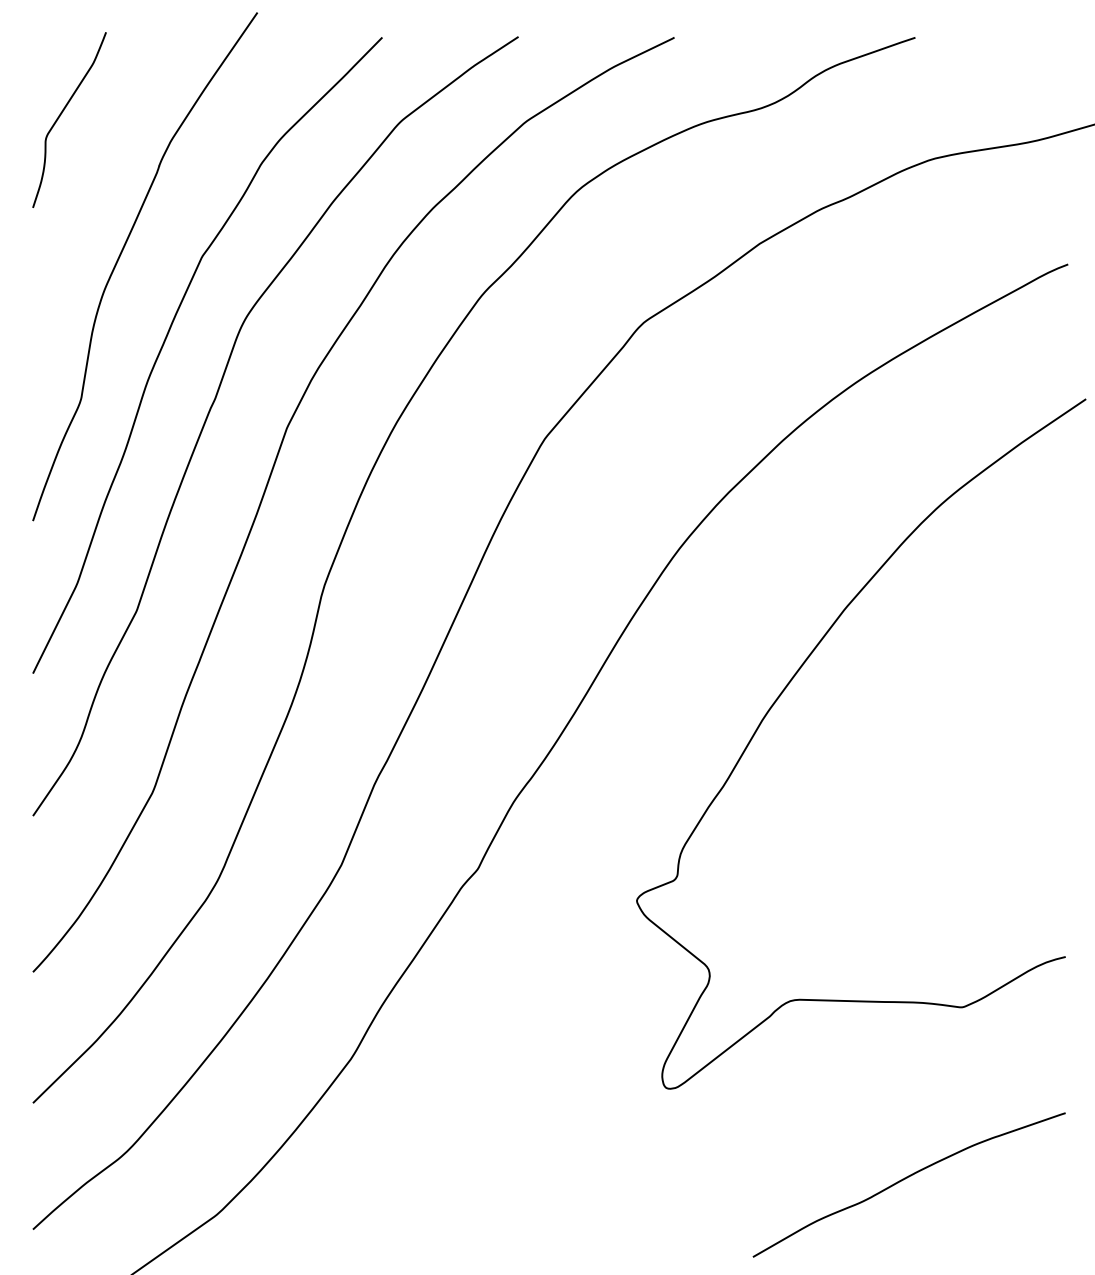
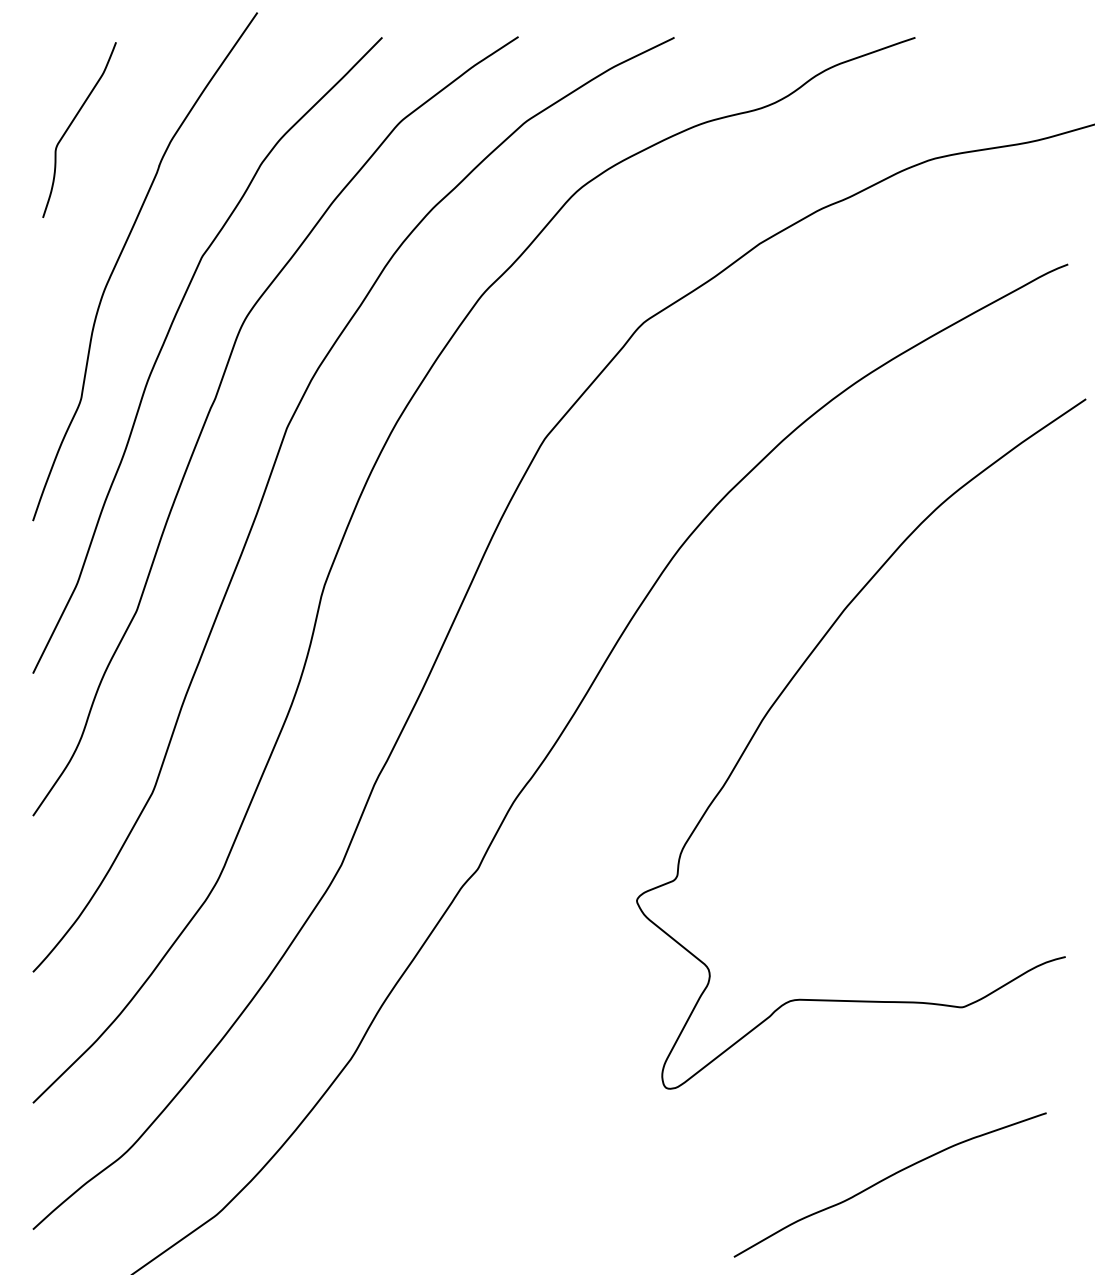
curve at (62, 113) position: (62, 113) -> (72, 123)
curve at (905, 1179) position: (905, 1179) -> (886, 1179)
